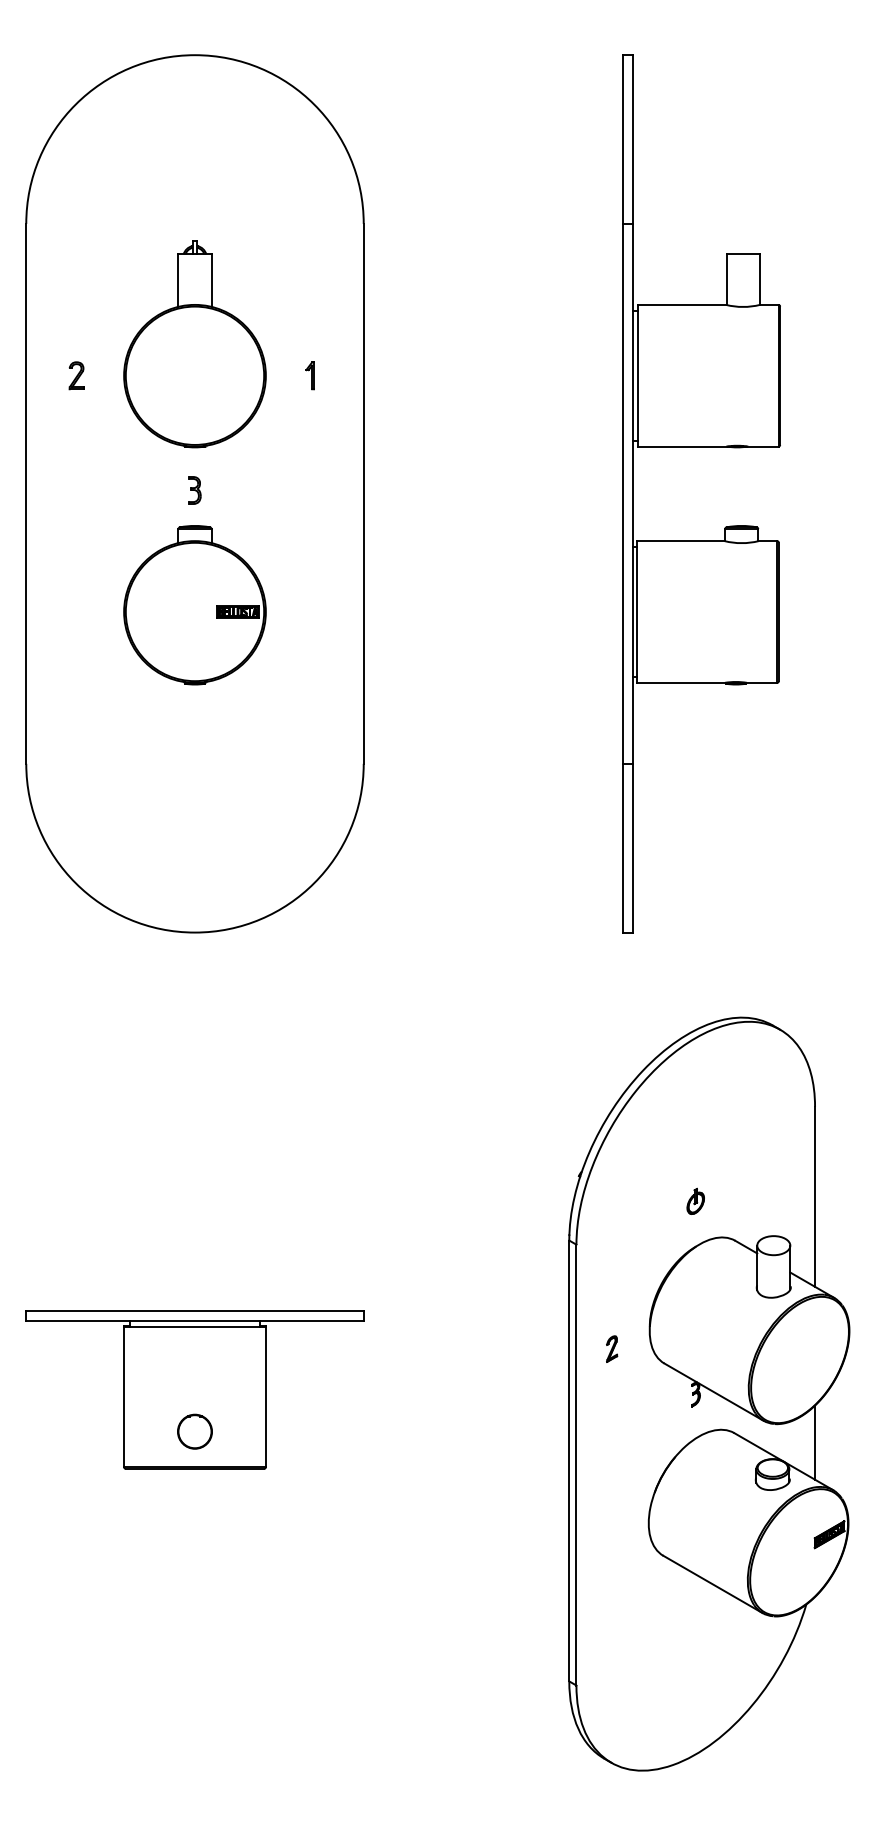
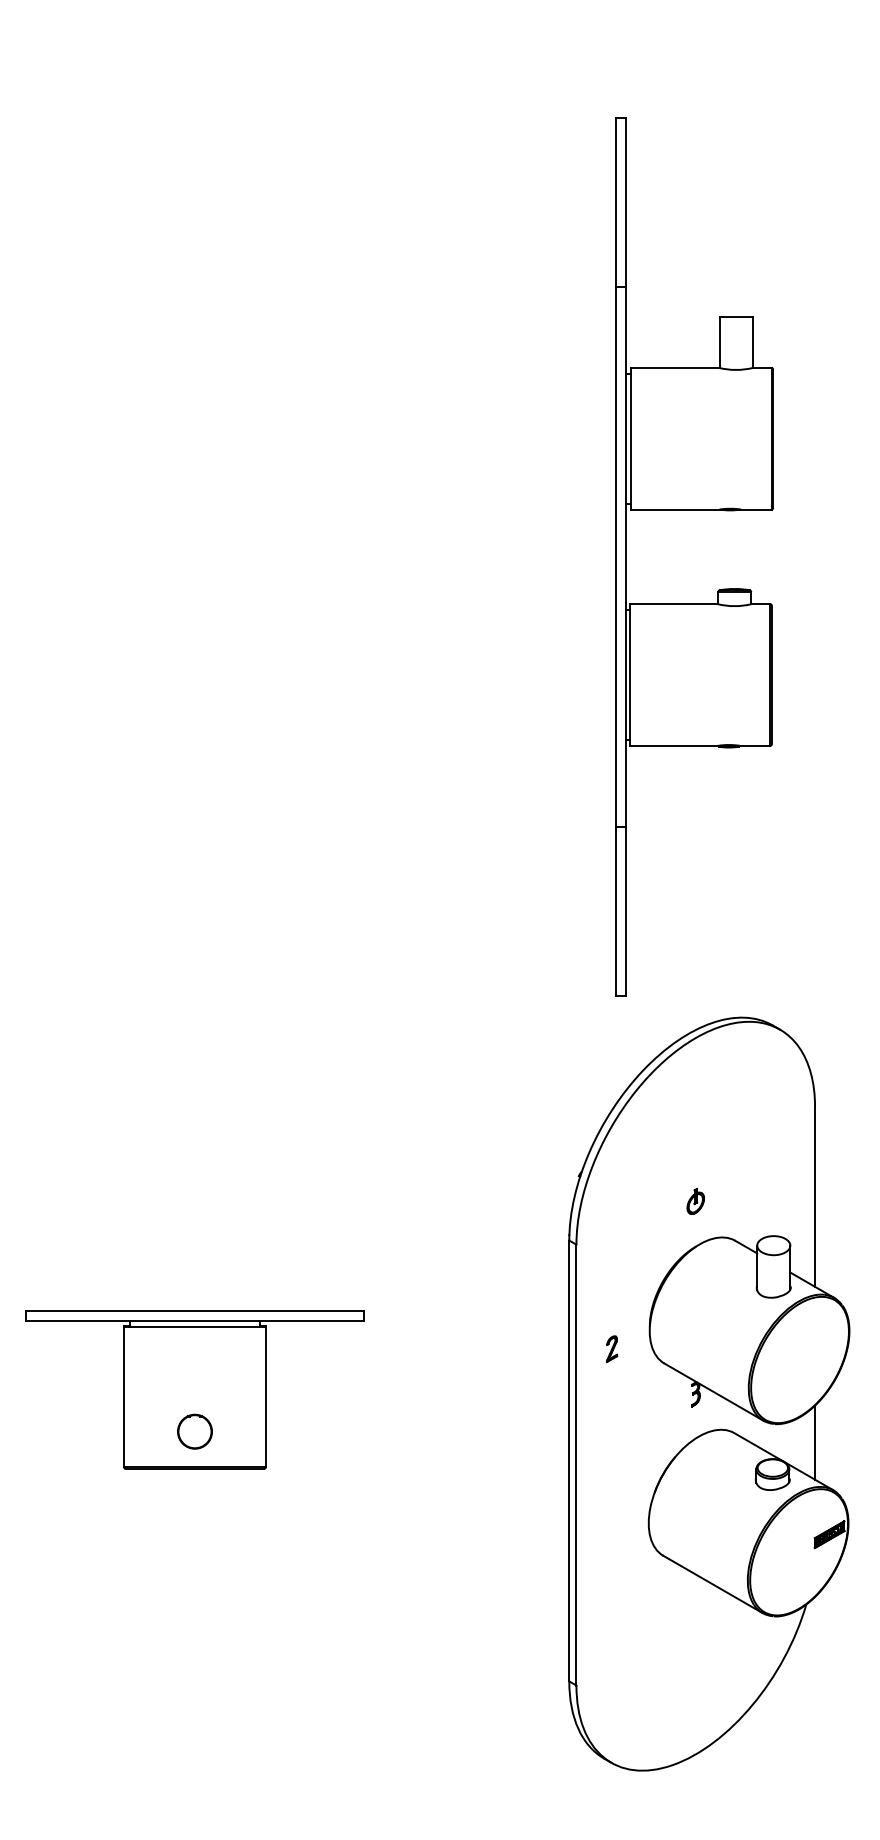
part at (194, 493): present -> none
part at (725, 526) position: (725, 526) -> (718, 589)
